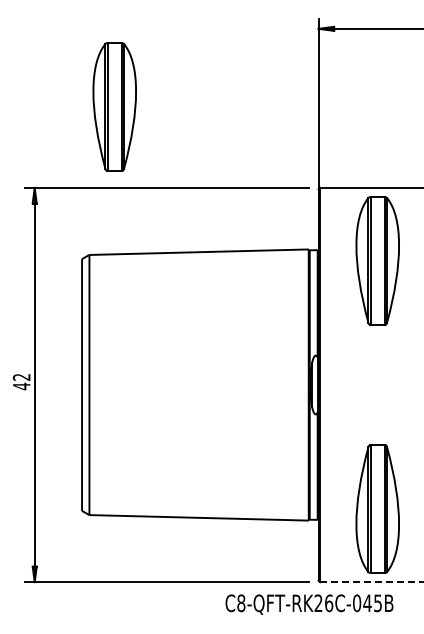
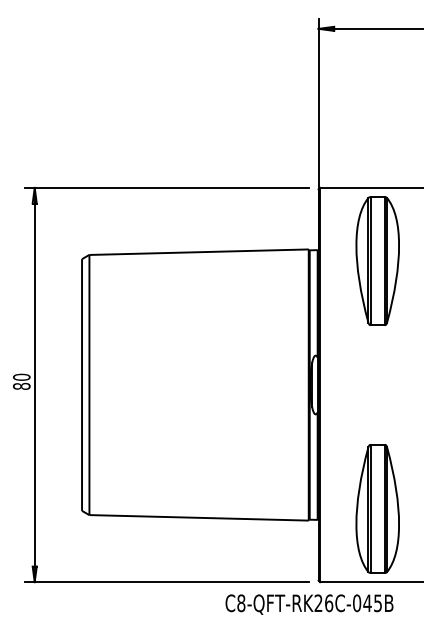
part at (114, 106): present -> none
text at (21, 381): 42 -> 80
line at (371, 582): dashed -> solid
